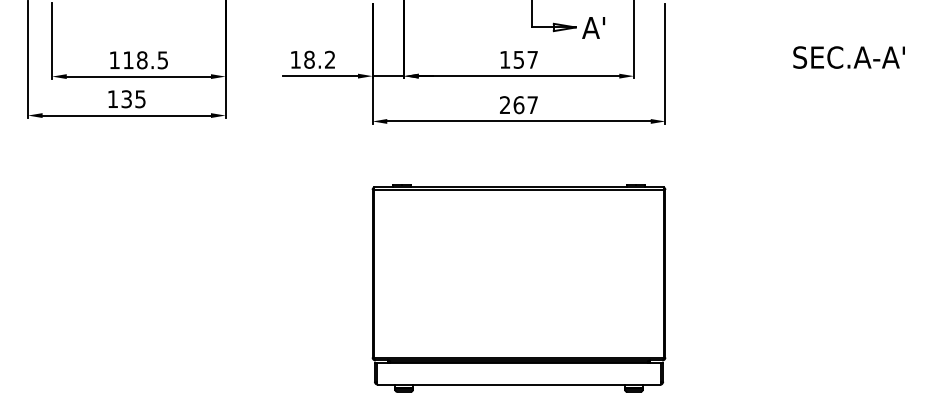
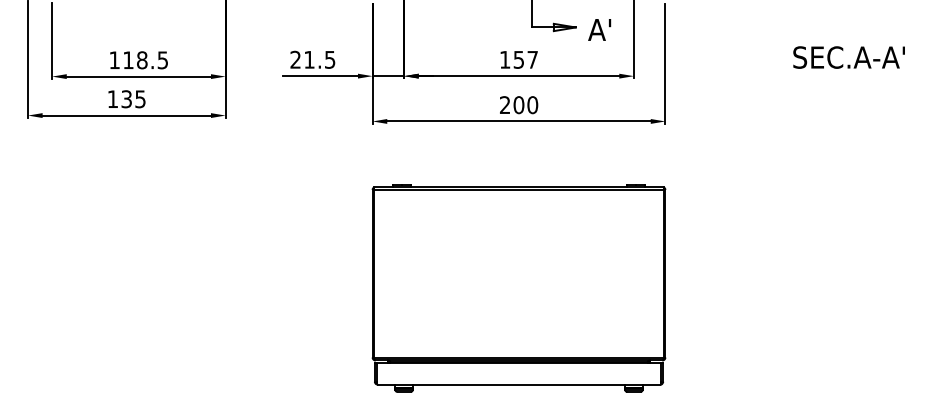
text at (593, 27) position: (593, 27) -> (599, 29)
text at (312, 59): 18.2 -> 21.5
text at (525, 105): 267 -> 200
